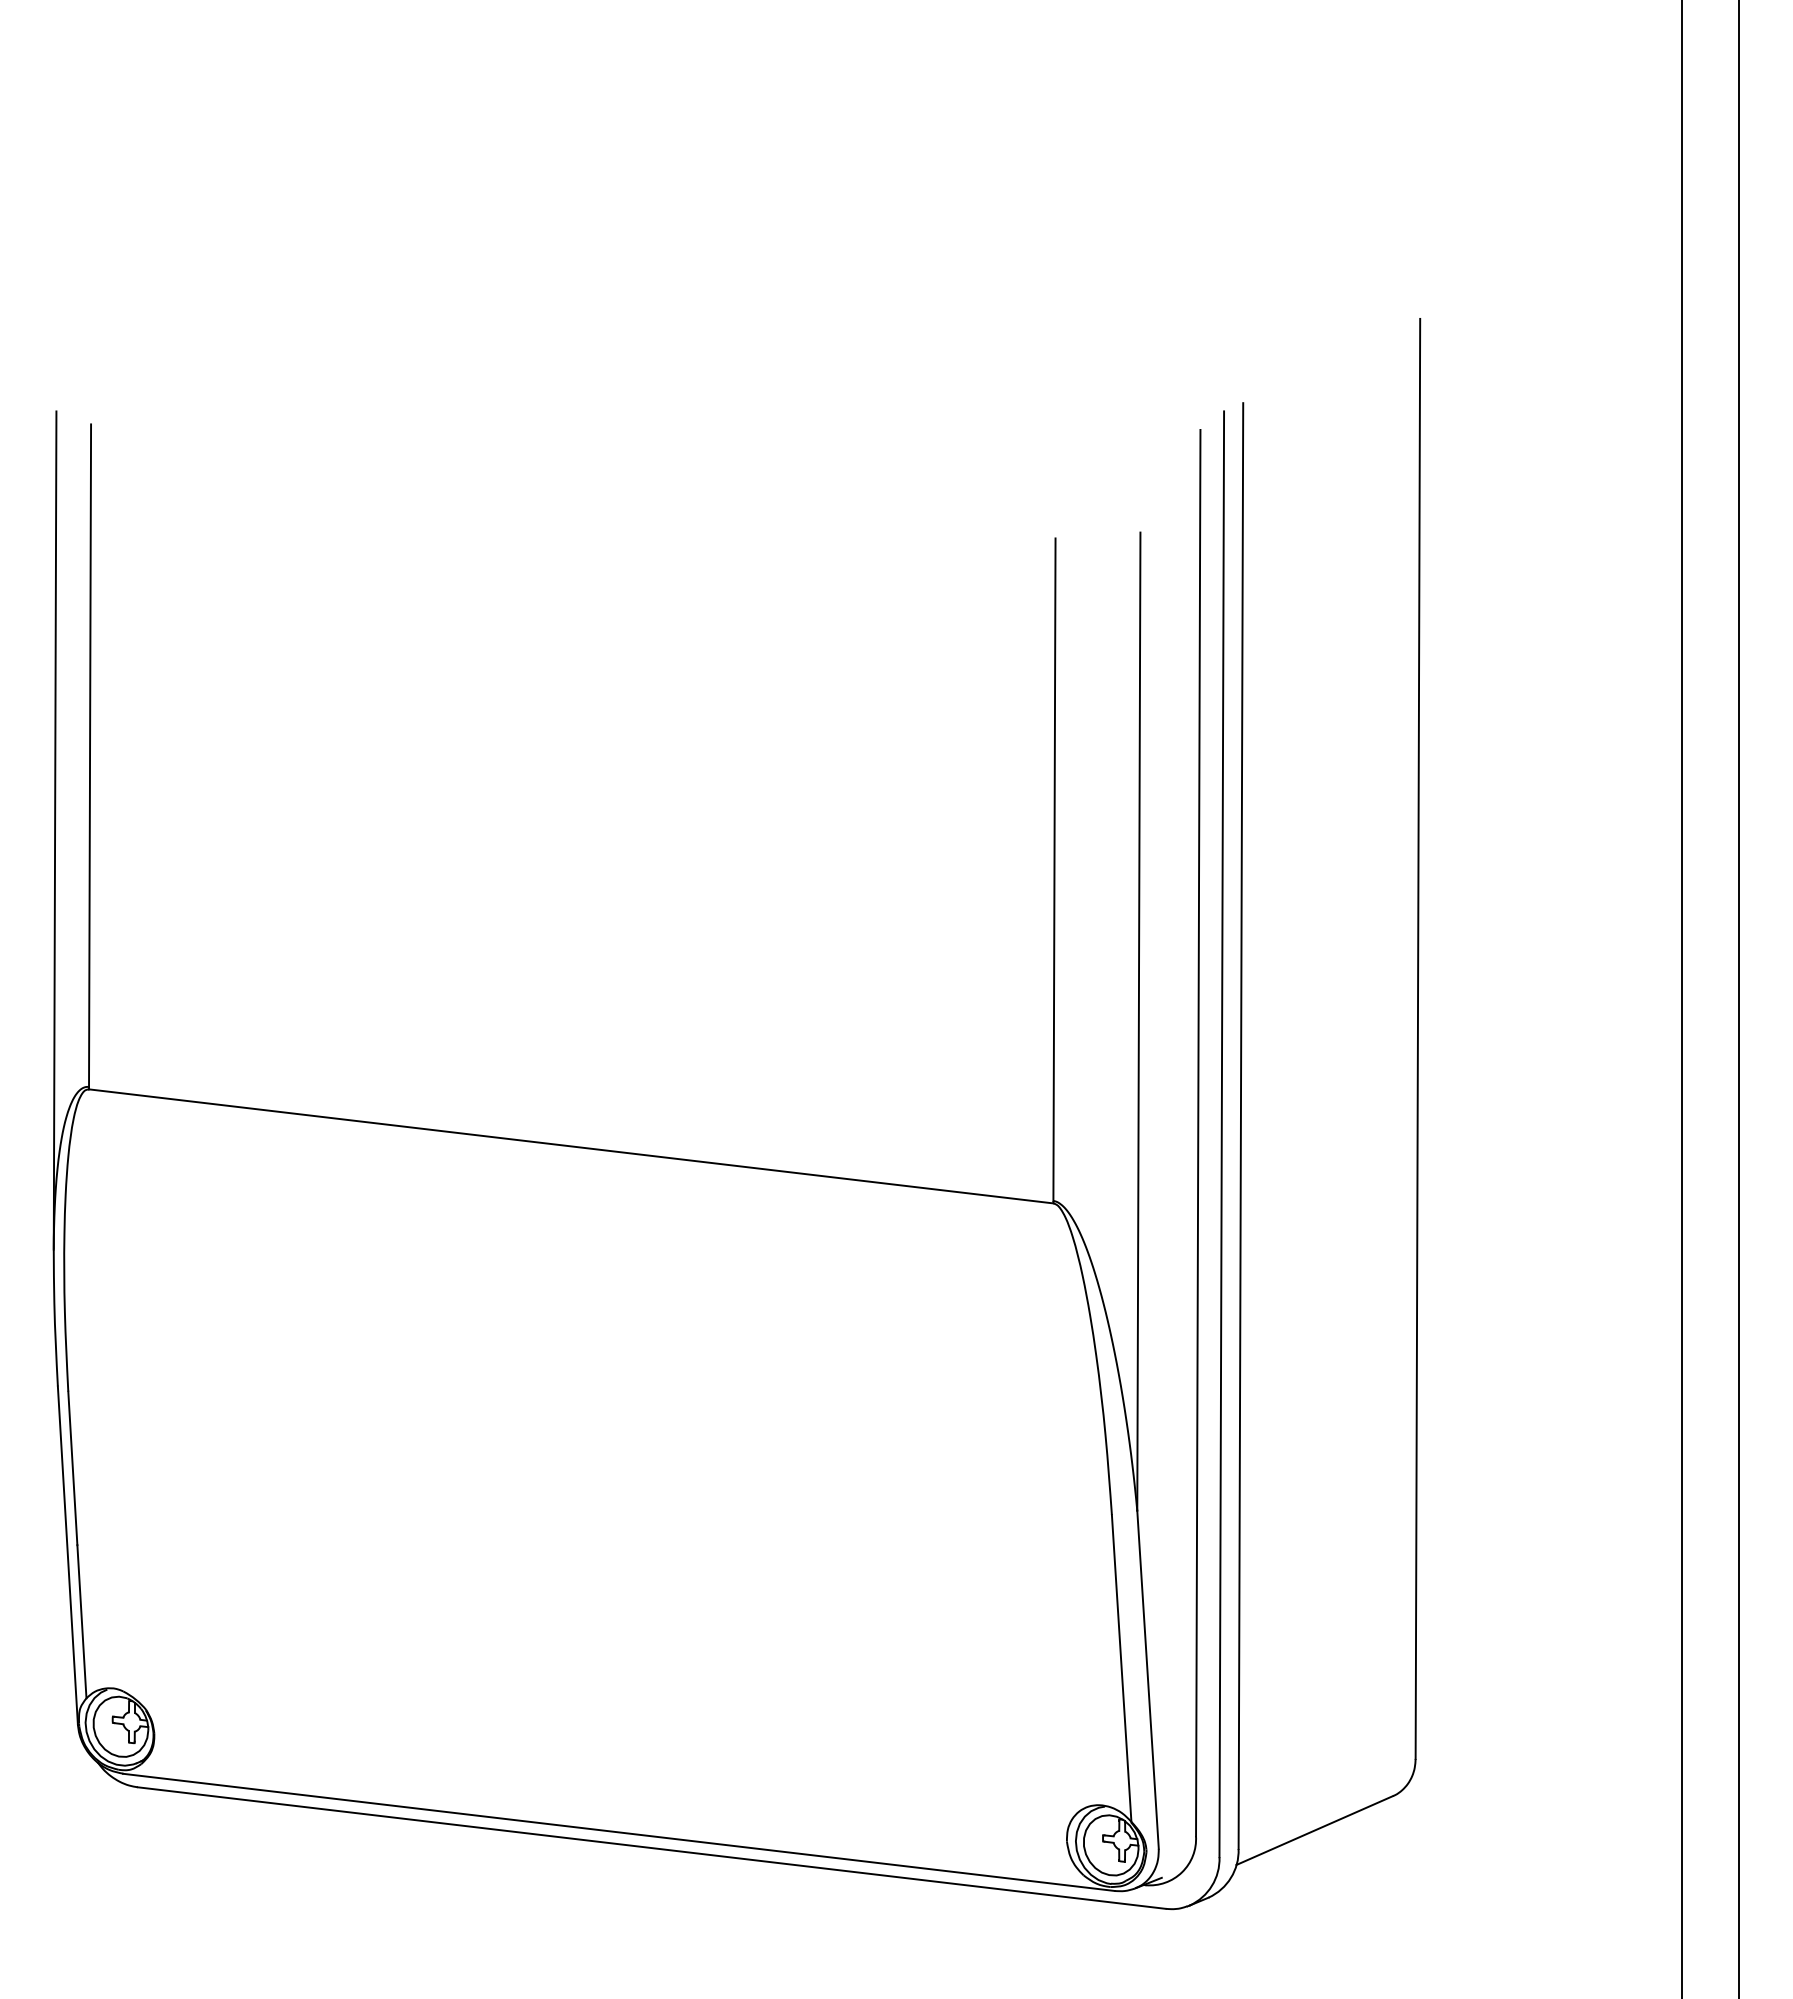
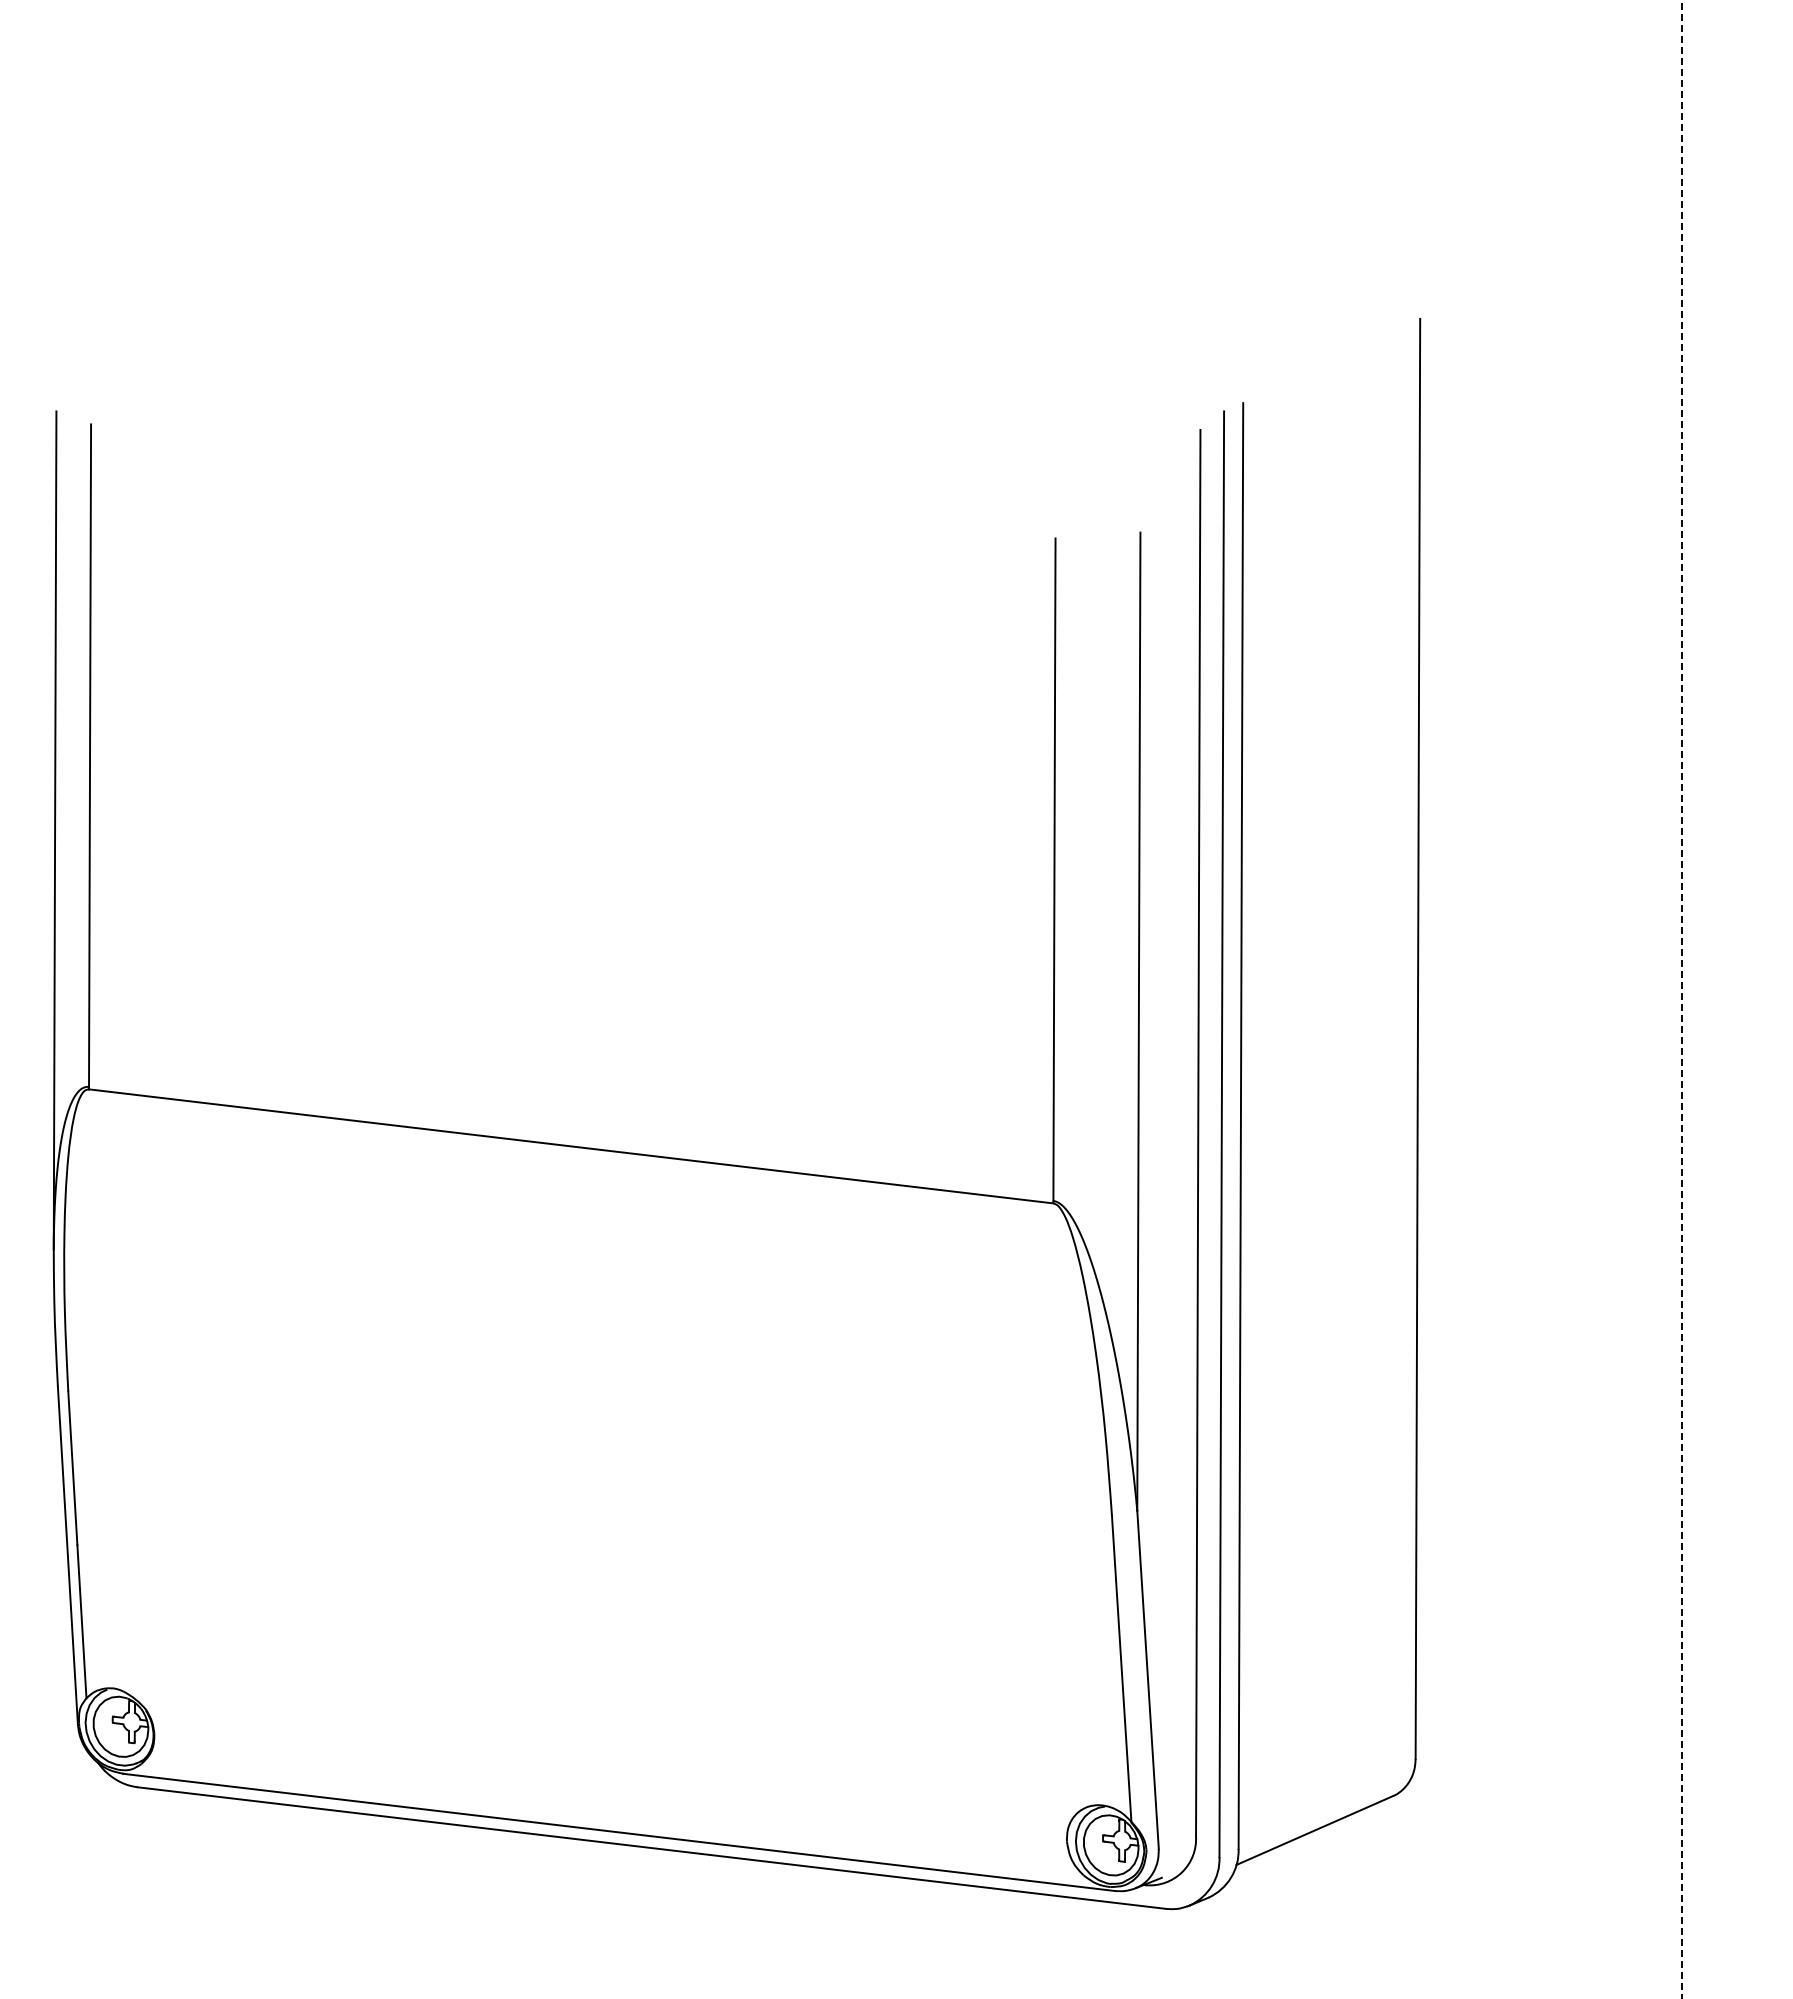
line at (1739, 998): present -> none
line at (1682, 999): solid -> dashed
